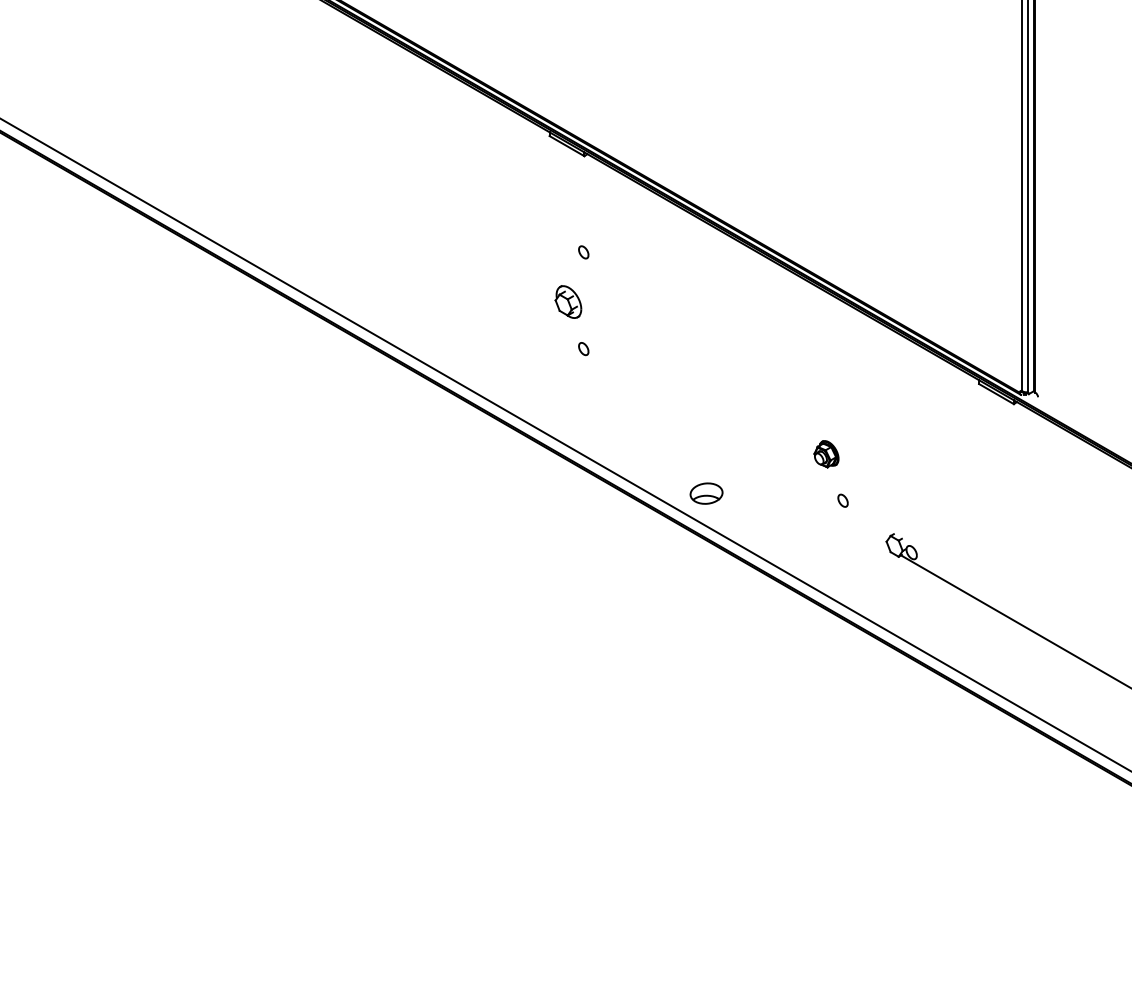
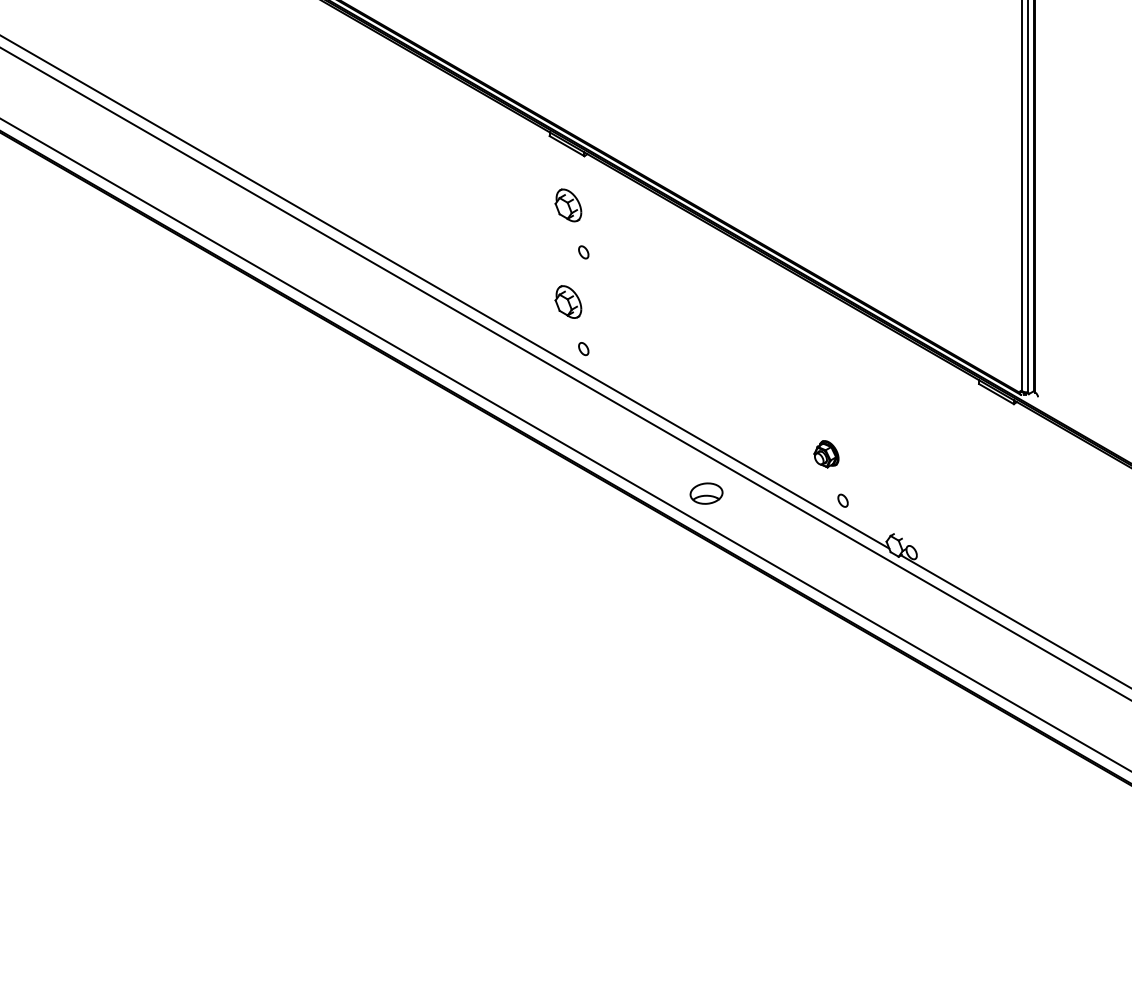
part at (568, 205): none -> present
line at (445, 292): none -> present
line at (565, 373): none -> present
